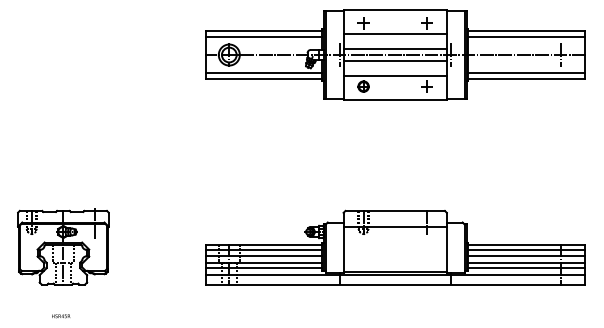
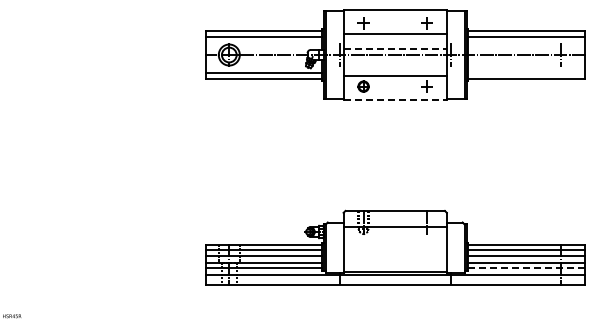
line at (395, 48): solid -> dashed
line at (394, 61): present -> none
line at (526, 72): present -> none
line at (395, 100): solid -> dashed
part at (63, 246): present -> none
line at (526, 268): solid -> dashed
text at (61, 316) position: (61, 316) -> (12, 316)
